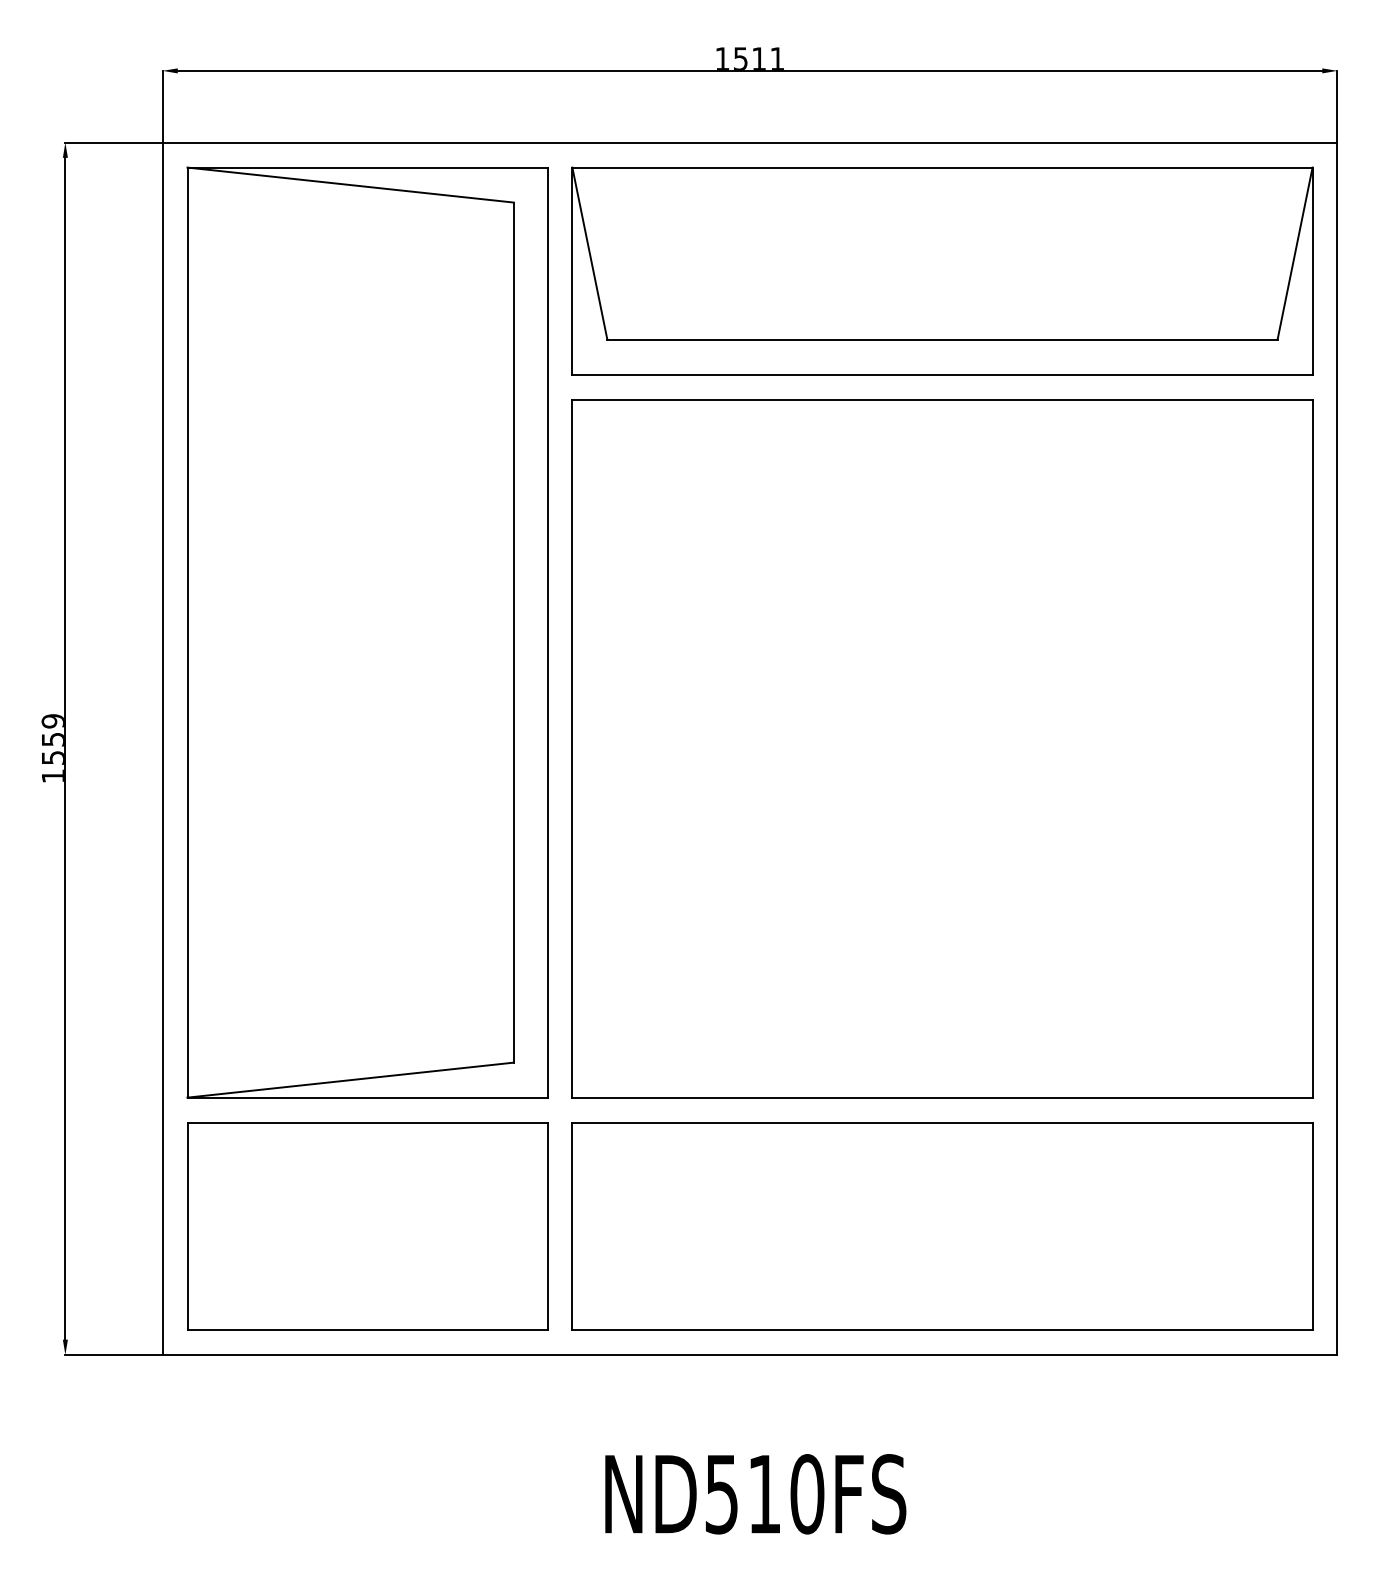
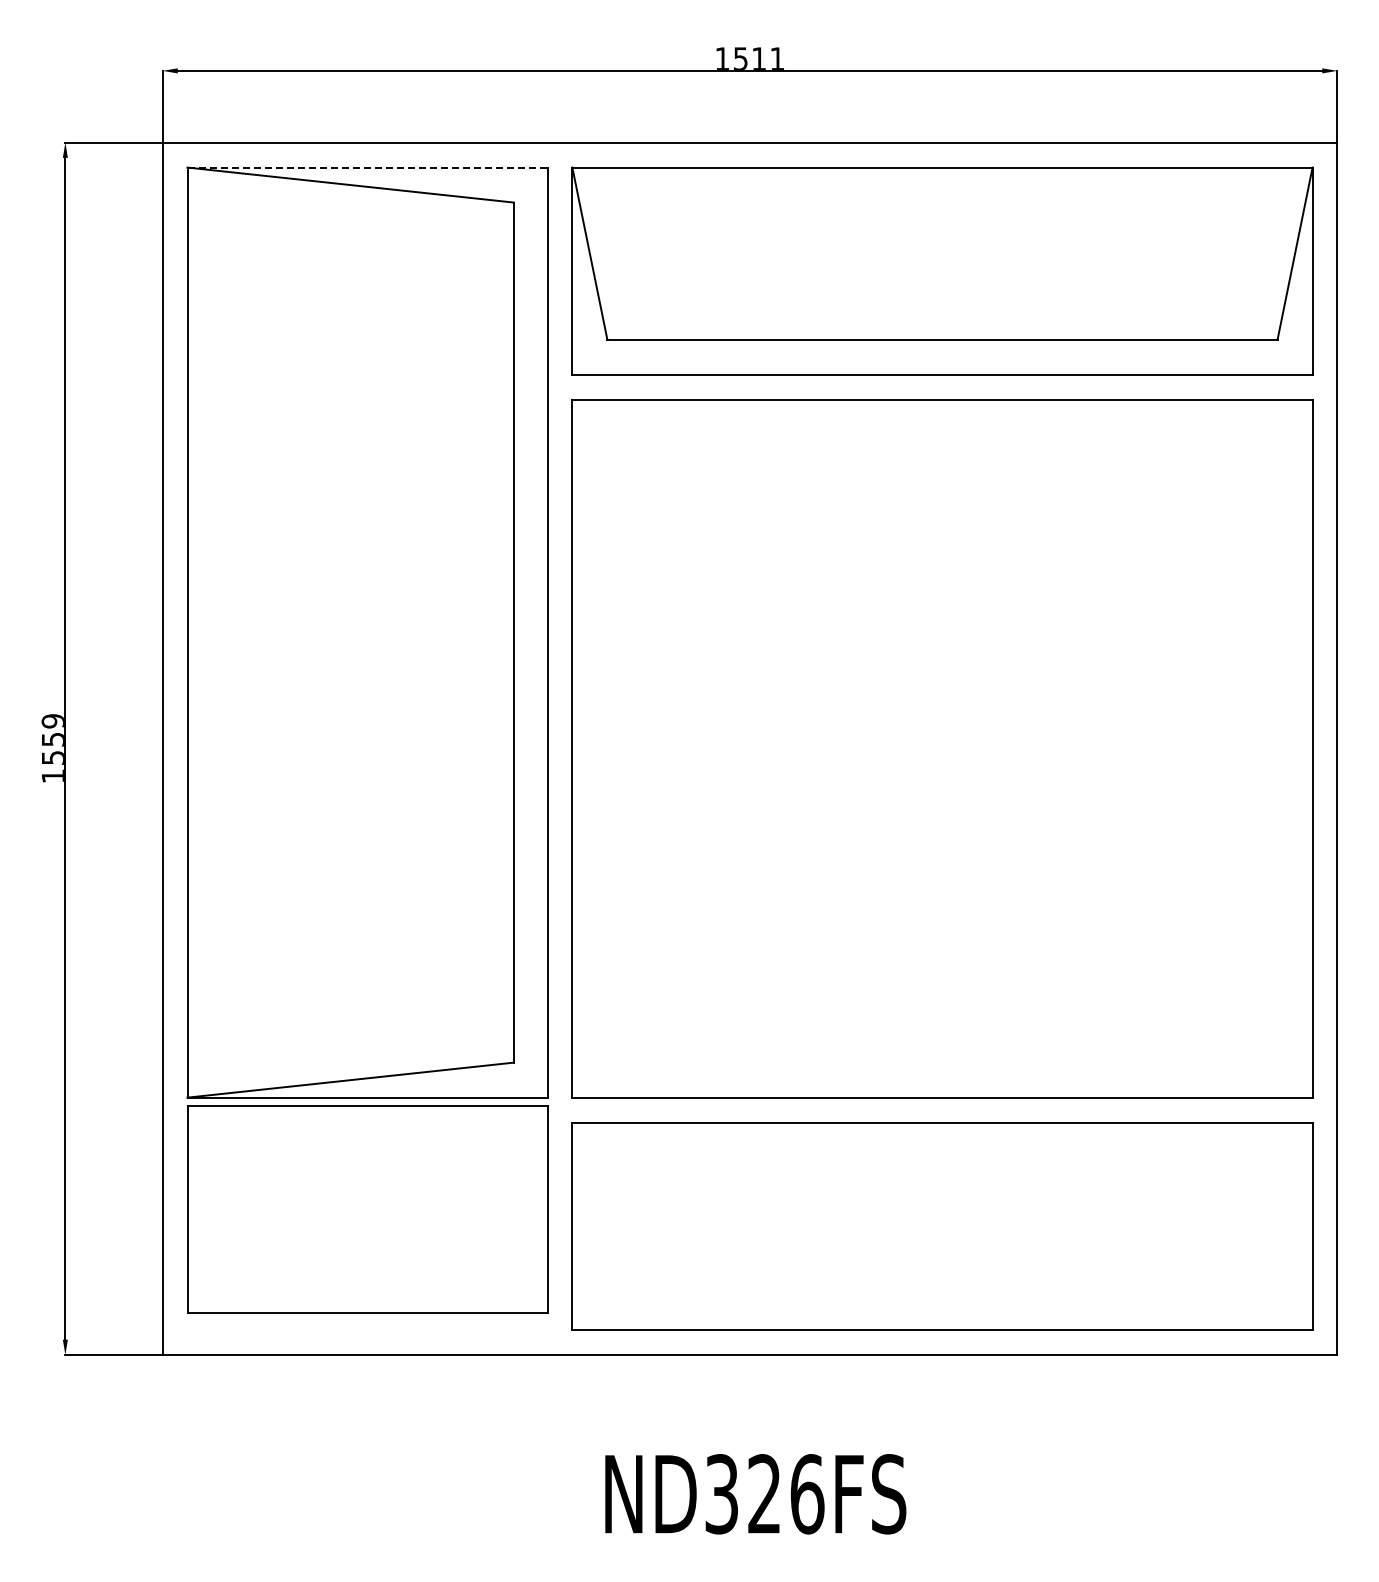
line at (367, 167): solid -> dashed
part at (367, 1226) position: (367, 1226) -> (367, 1209)
text at (765, 1494): ND510FS -> ND326FS
